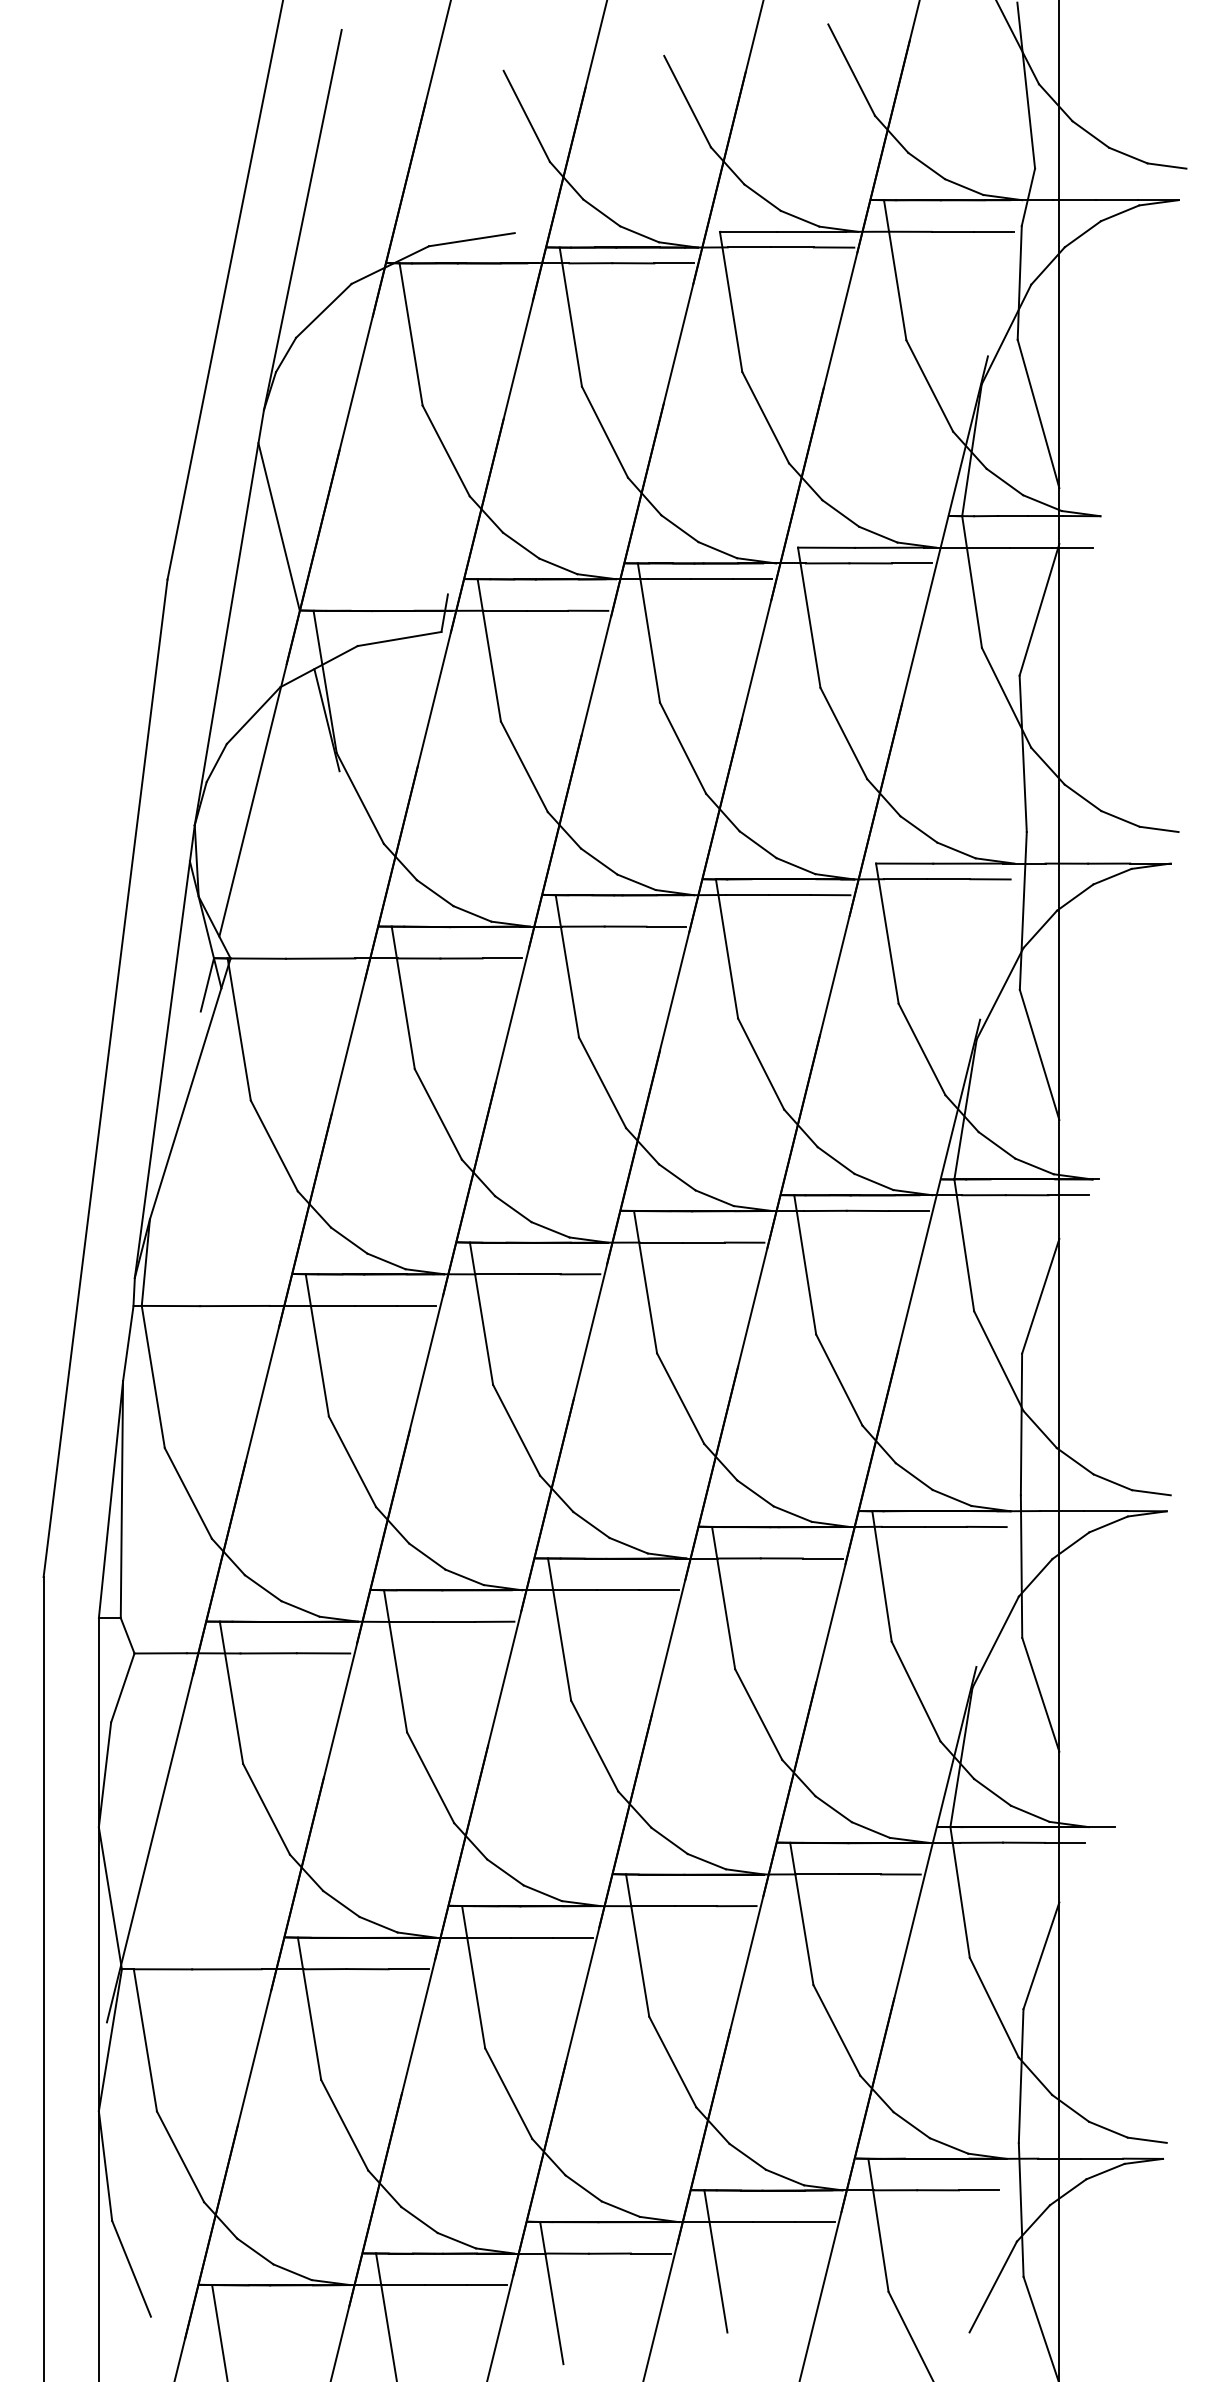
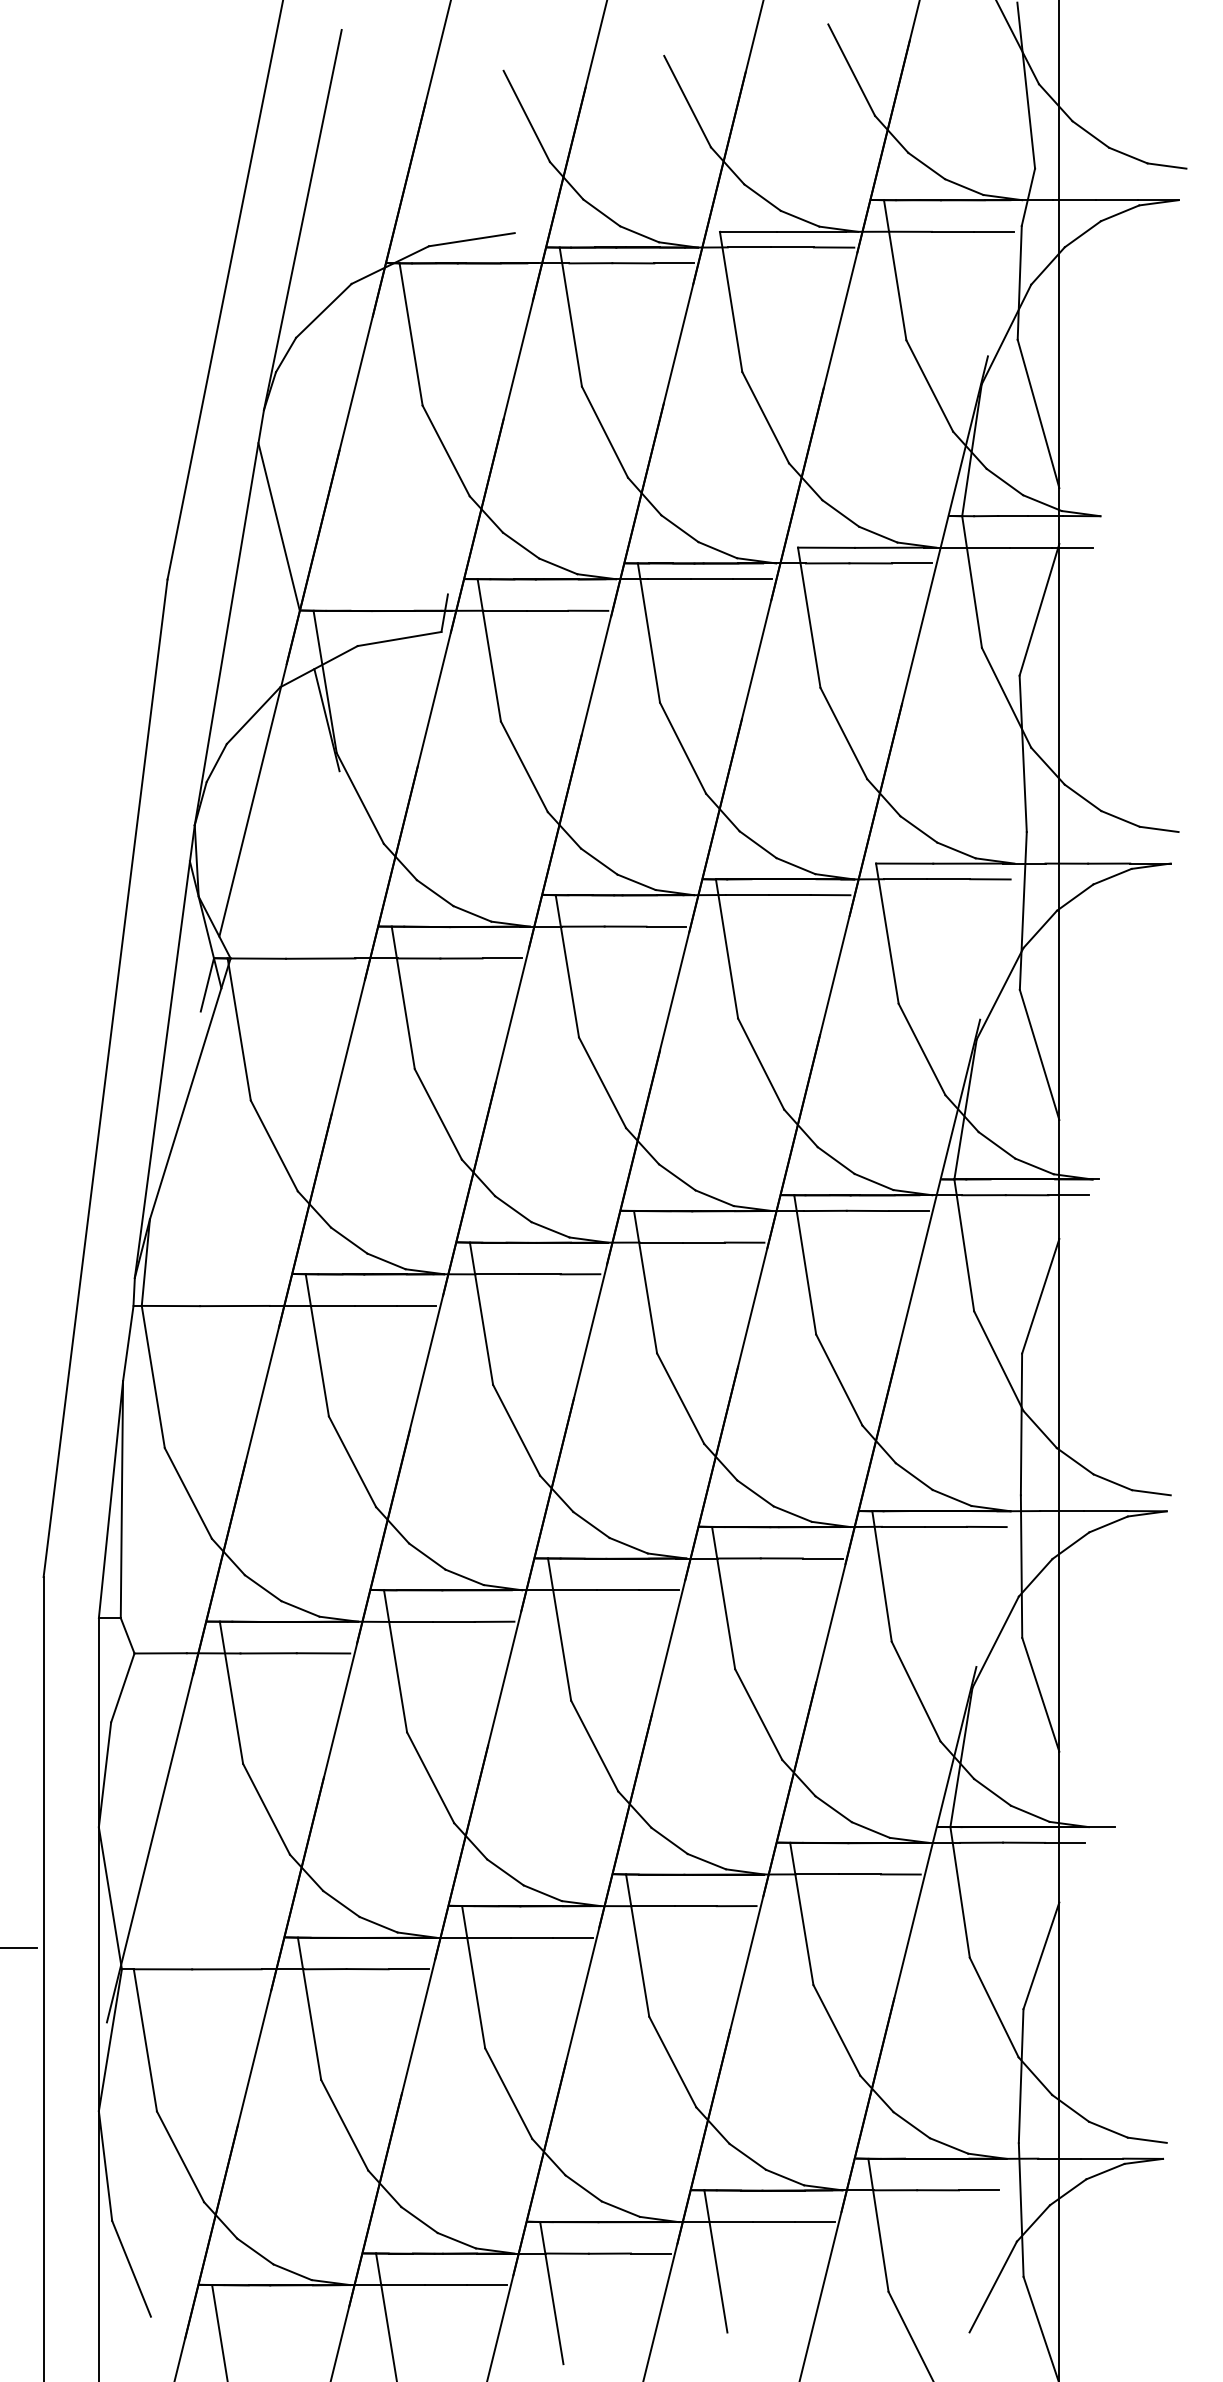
line at (19, 1948): none -> present
